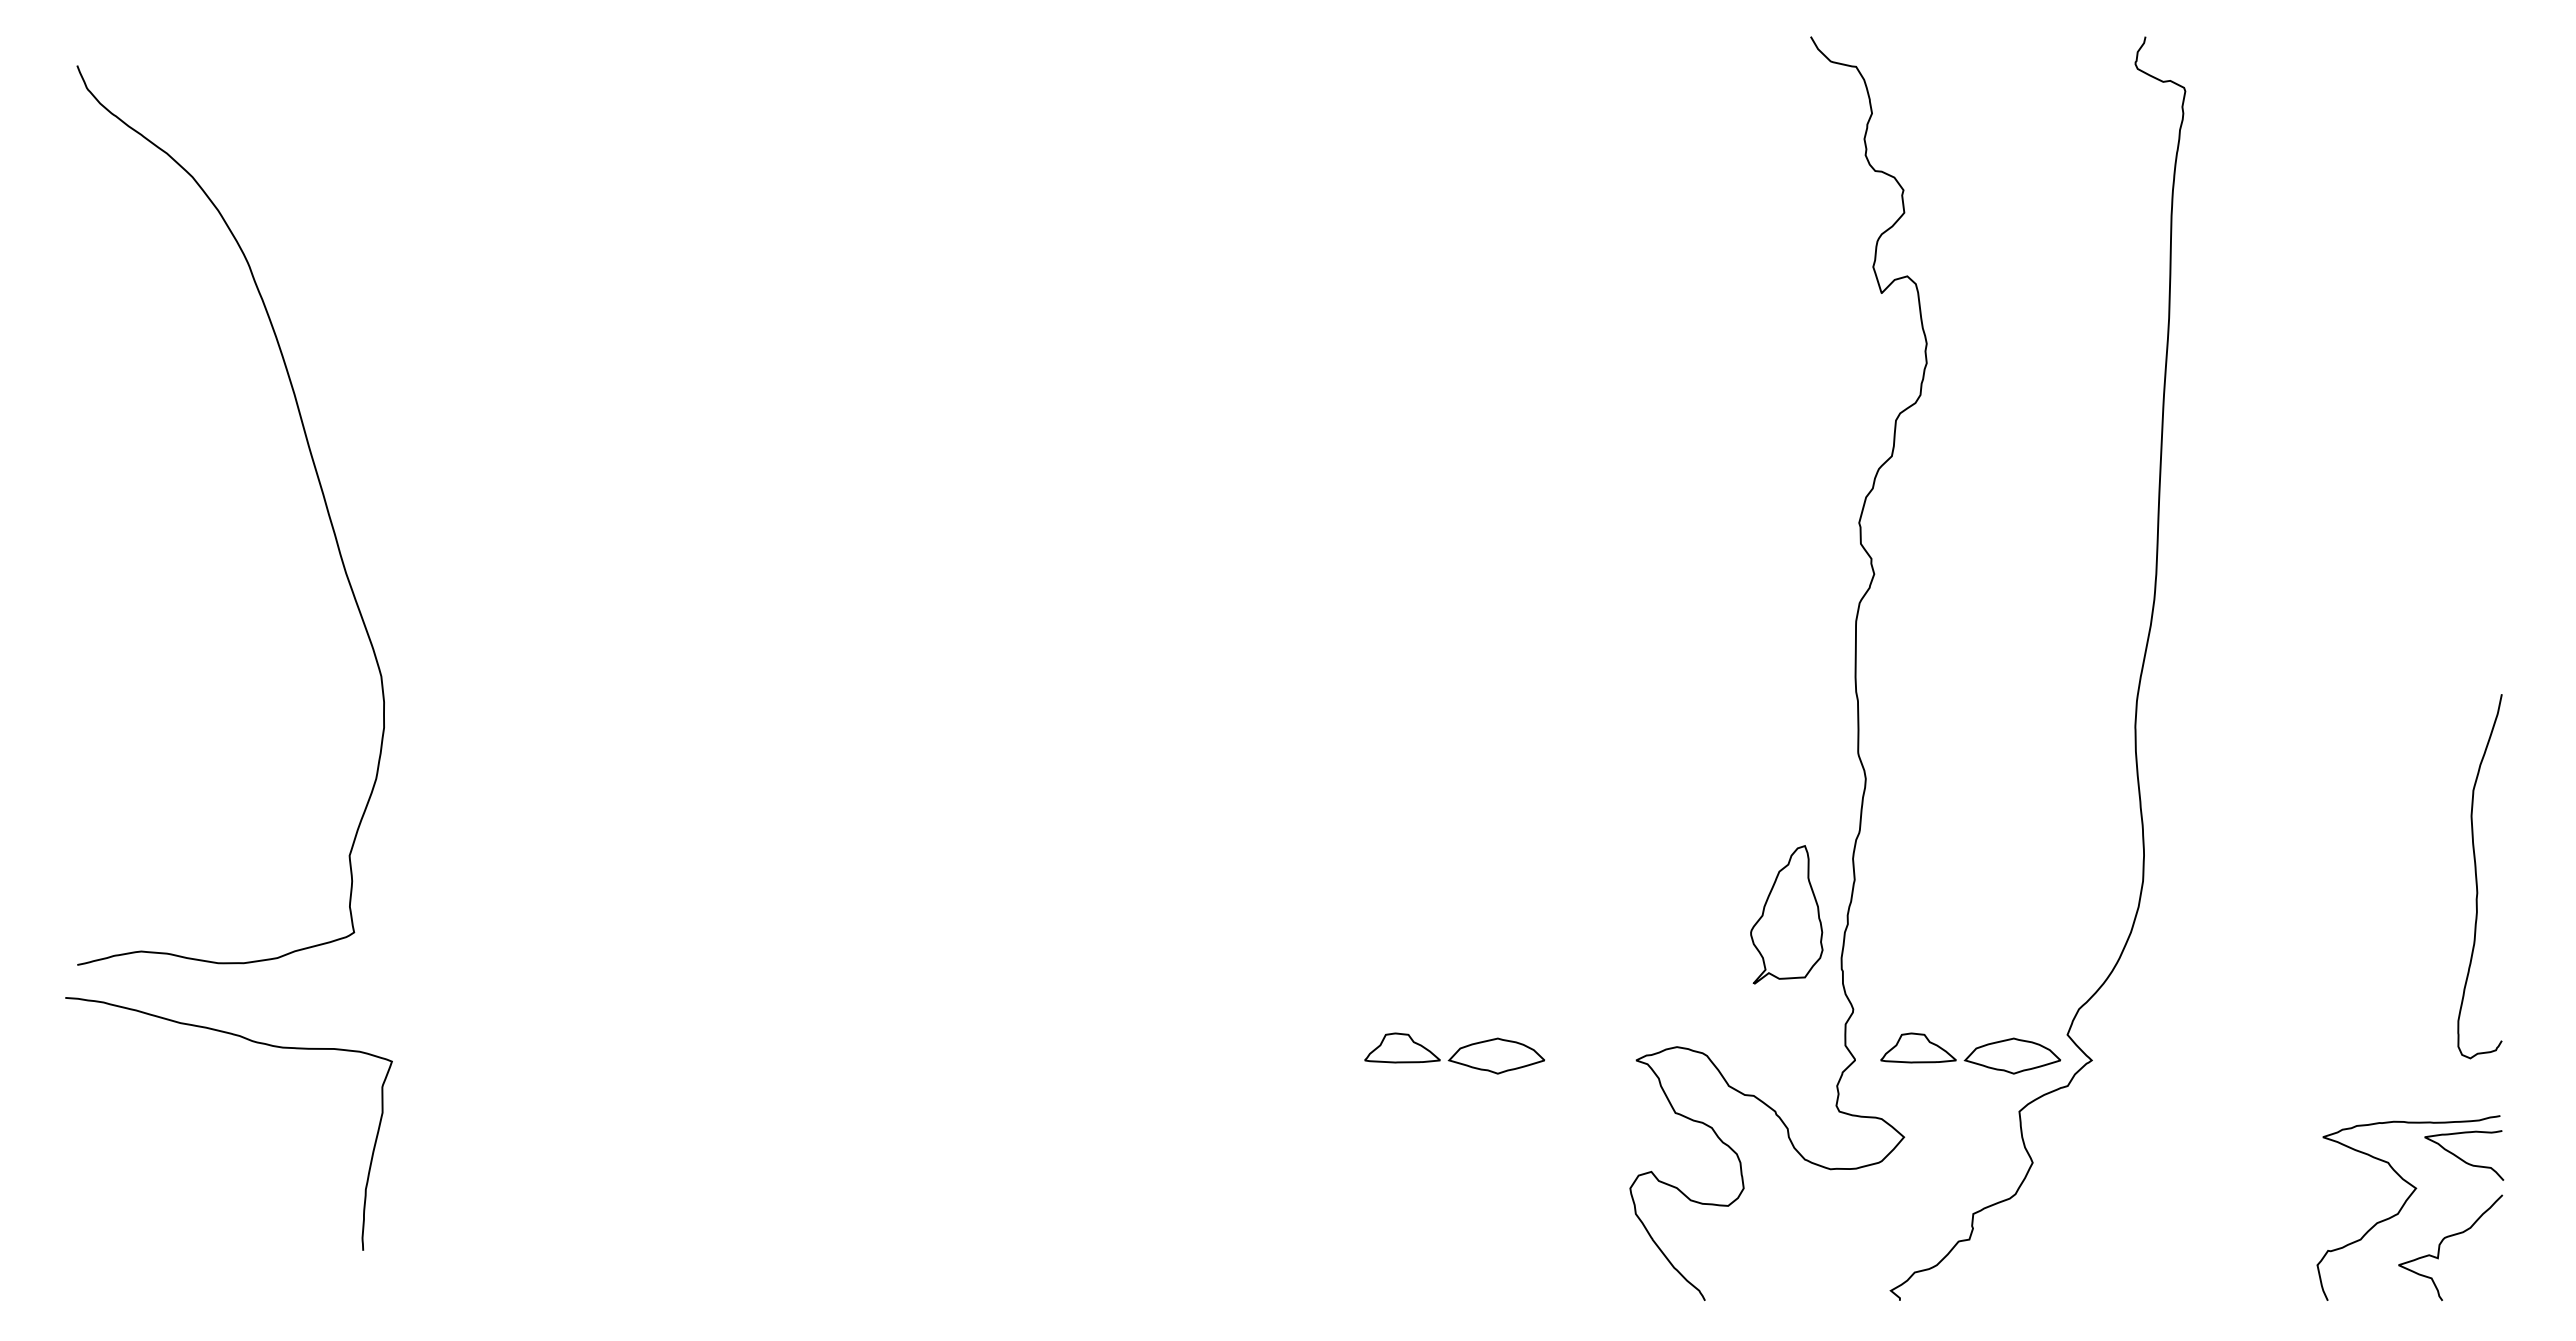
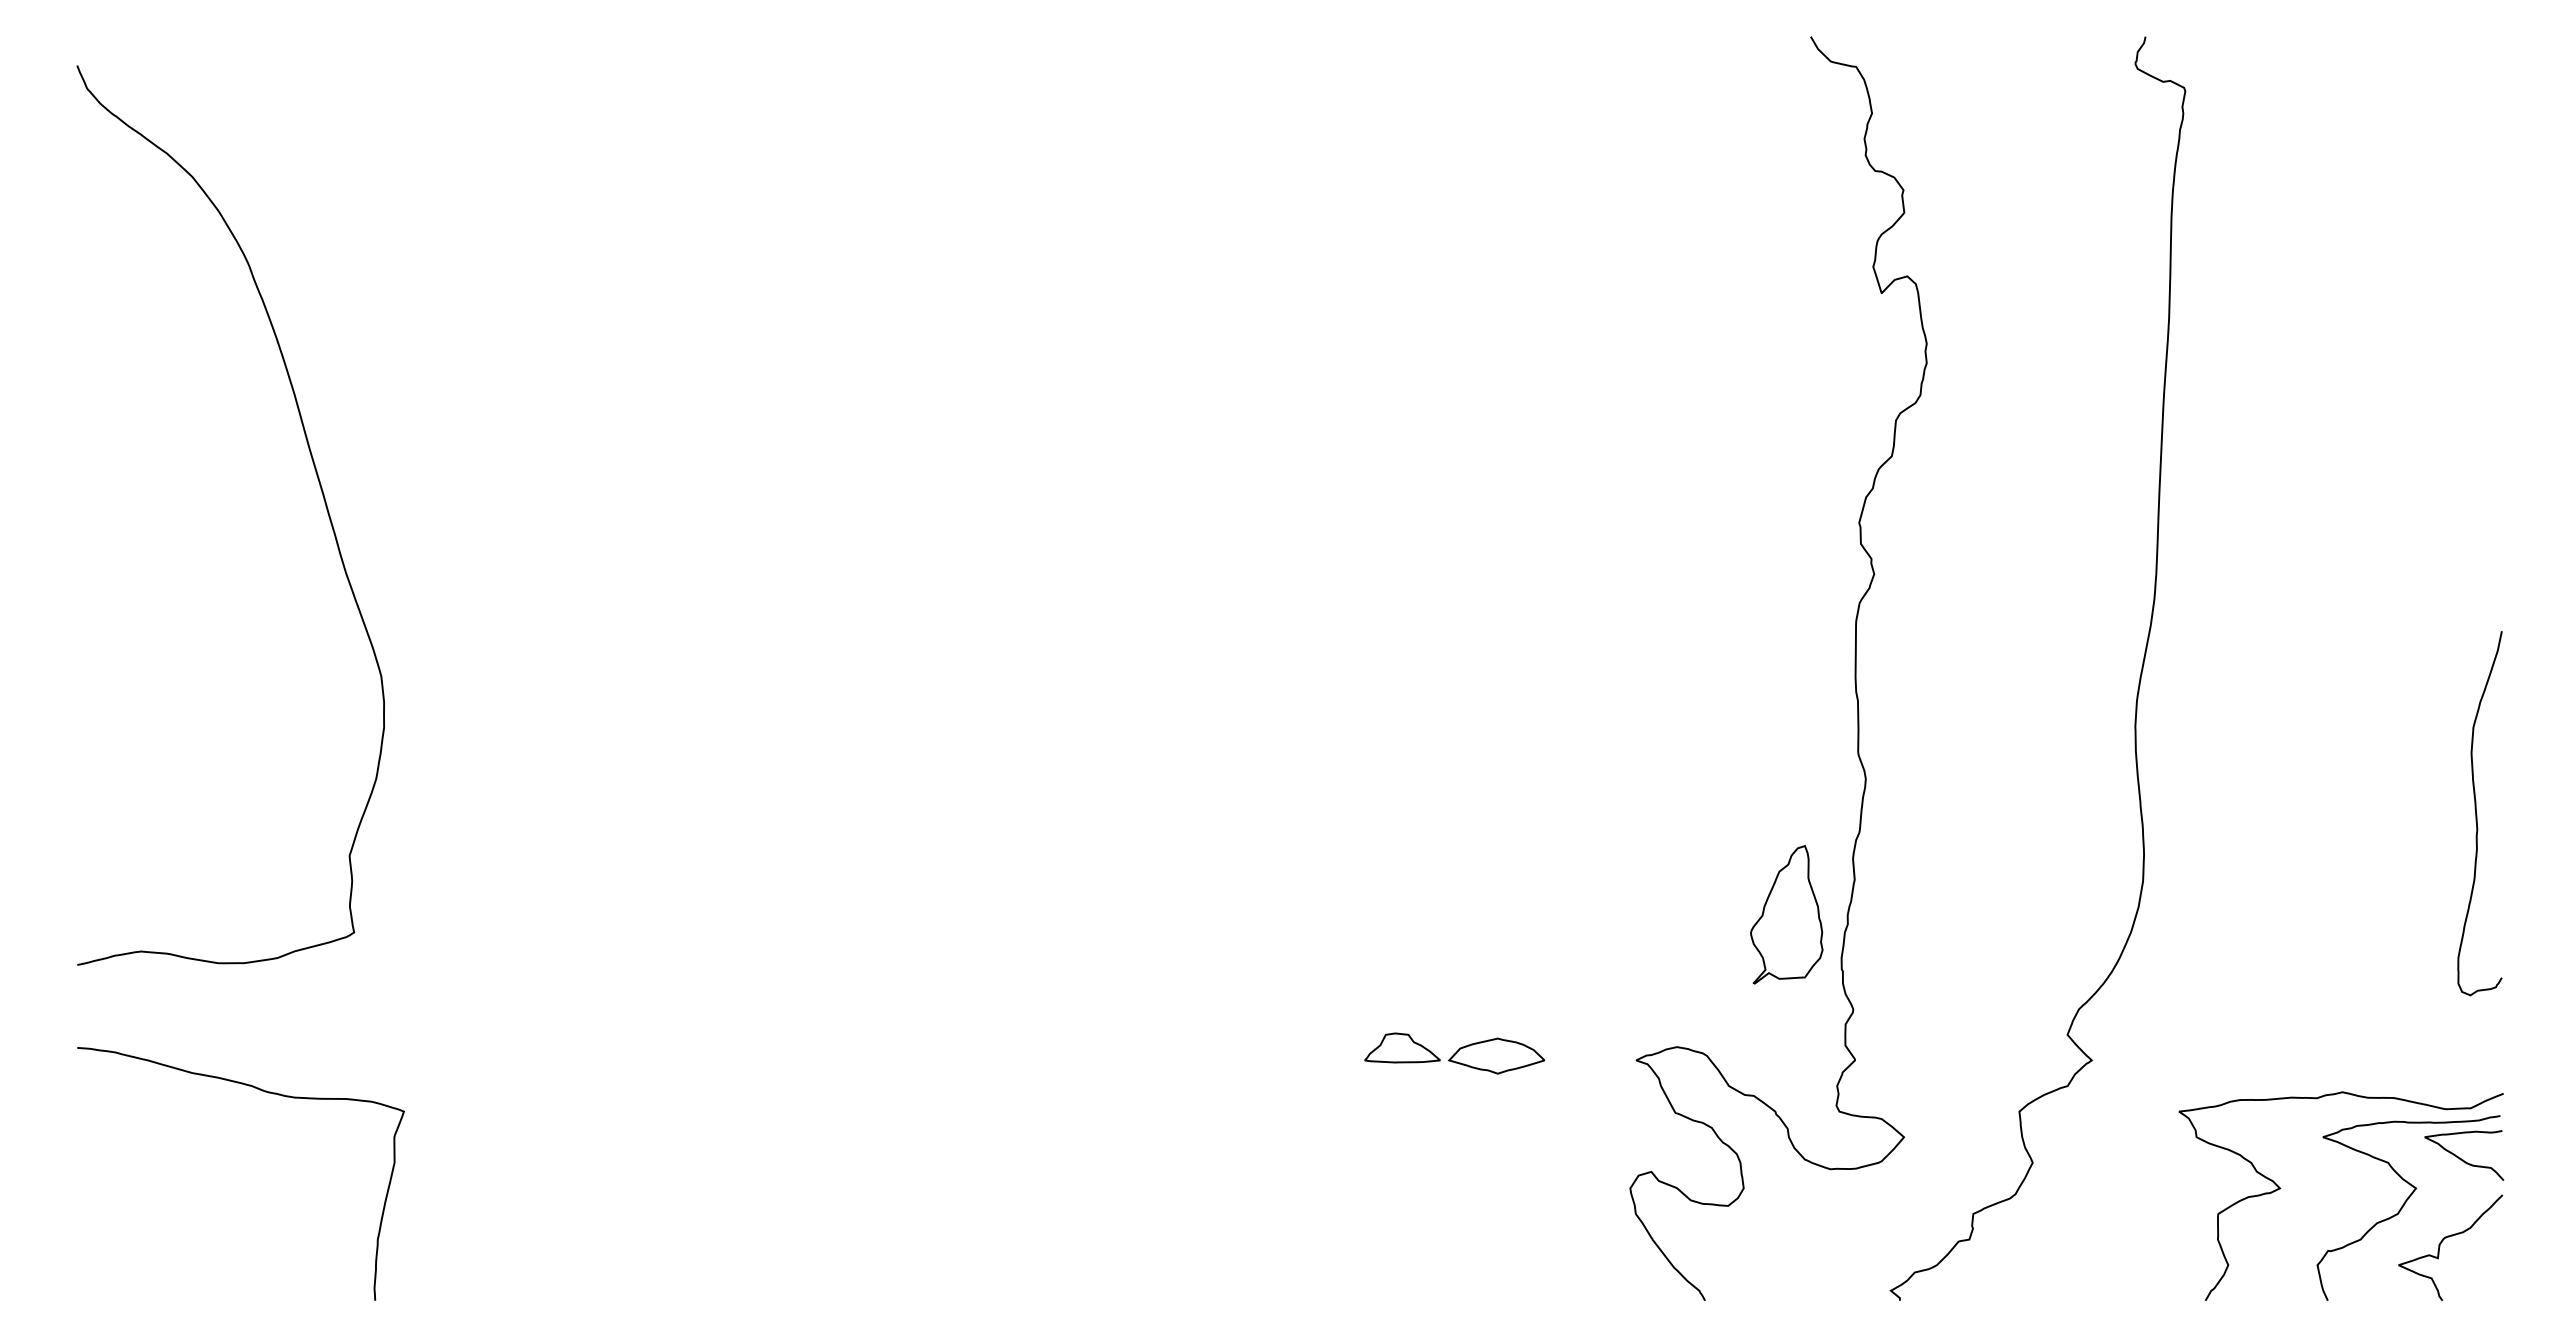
curve at (2477, 877) position: (2477, 877) -> (2477, 814)
curve at (256, 1043) position: (256, 1043) -> (268, 1093)
part at (1970, 1053): present -> none
curve at (2281, 1188): none -> present
